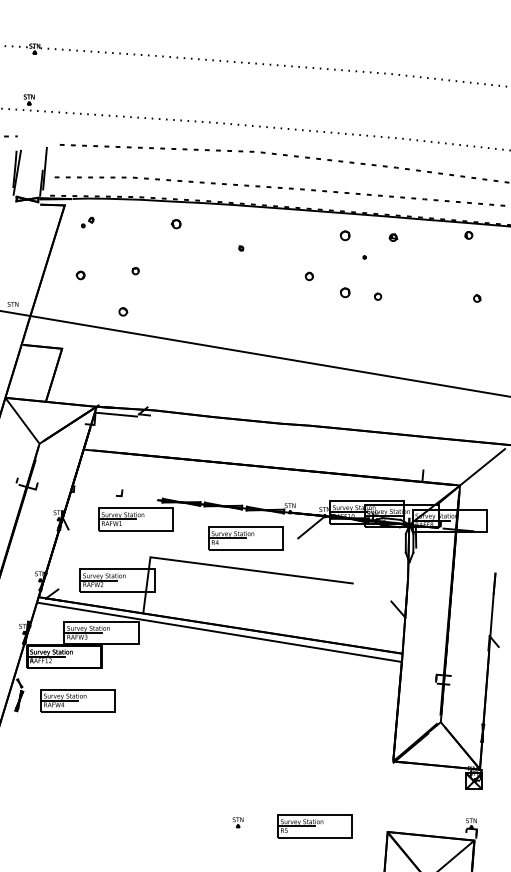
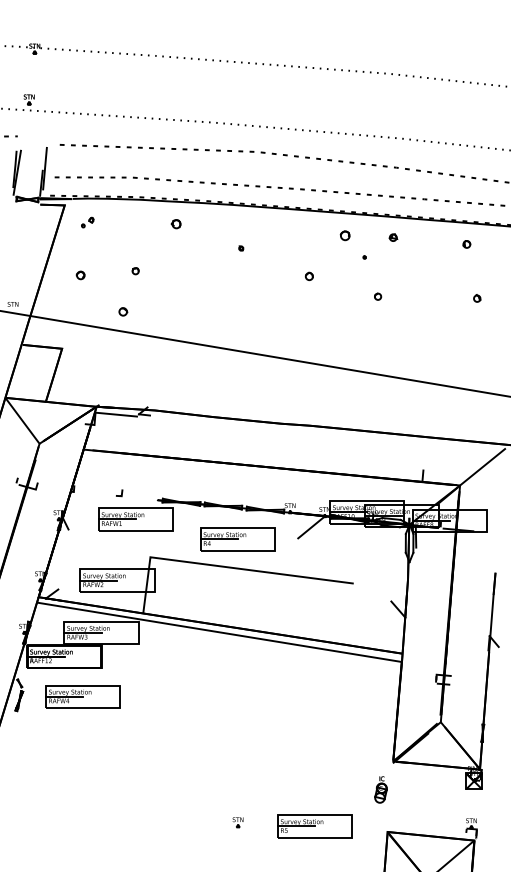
part at (468, 235) position: (468, 235) -> (466, 244)
part at (344, 292): present -> none
part at (245, 538) position: (245, 538) -> (237, 539)
part at (77, 700) position: (77, 700) -> (82, 696)
part at (380, 789): none -> present
